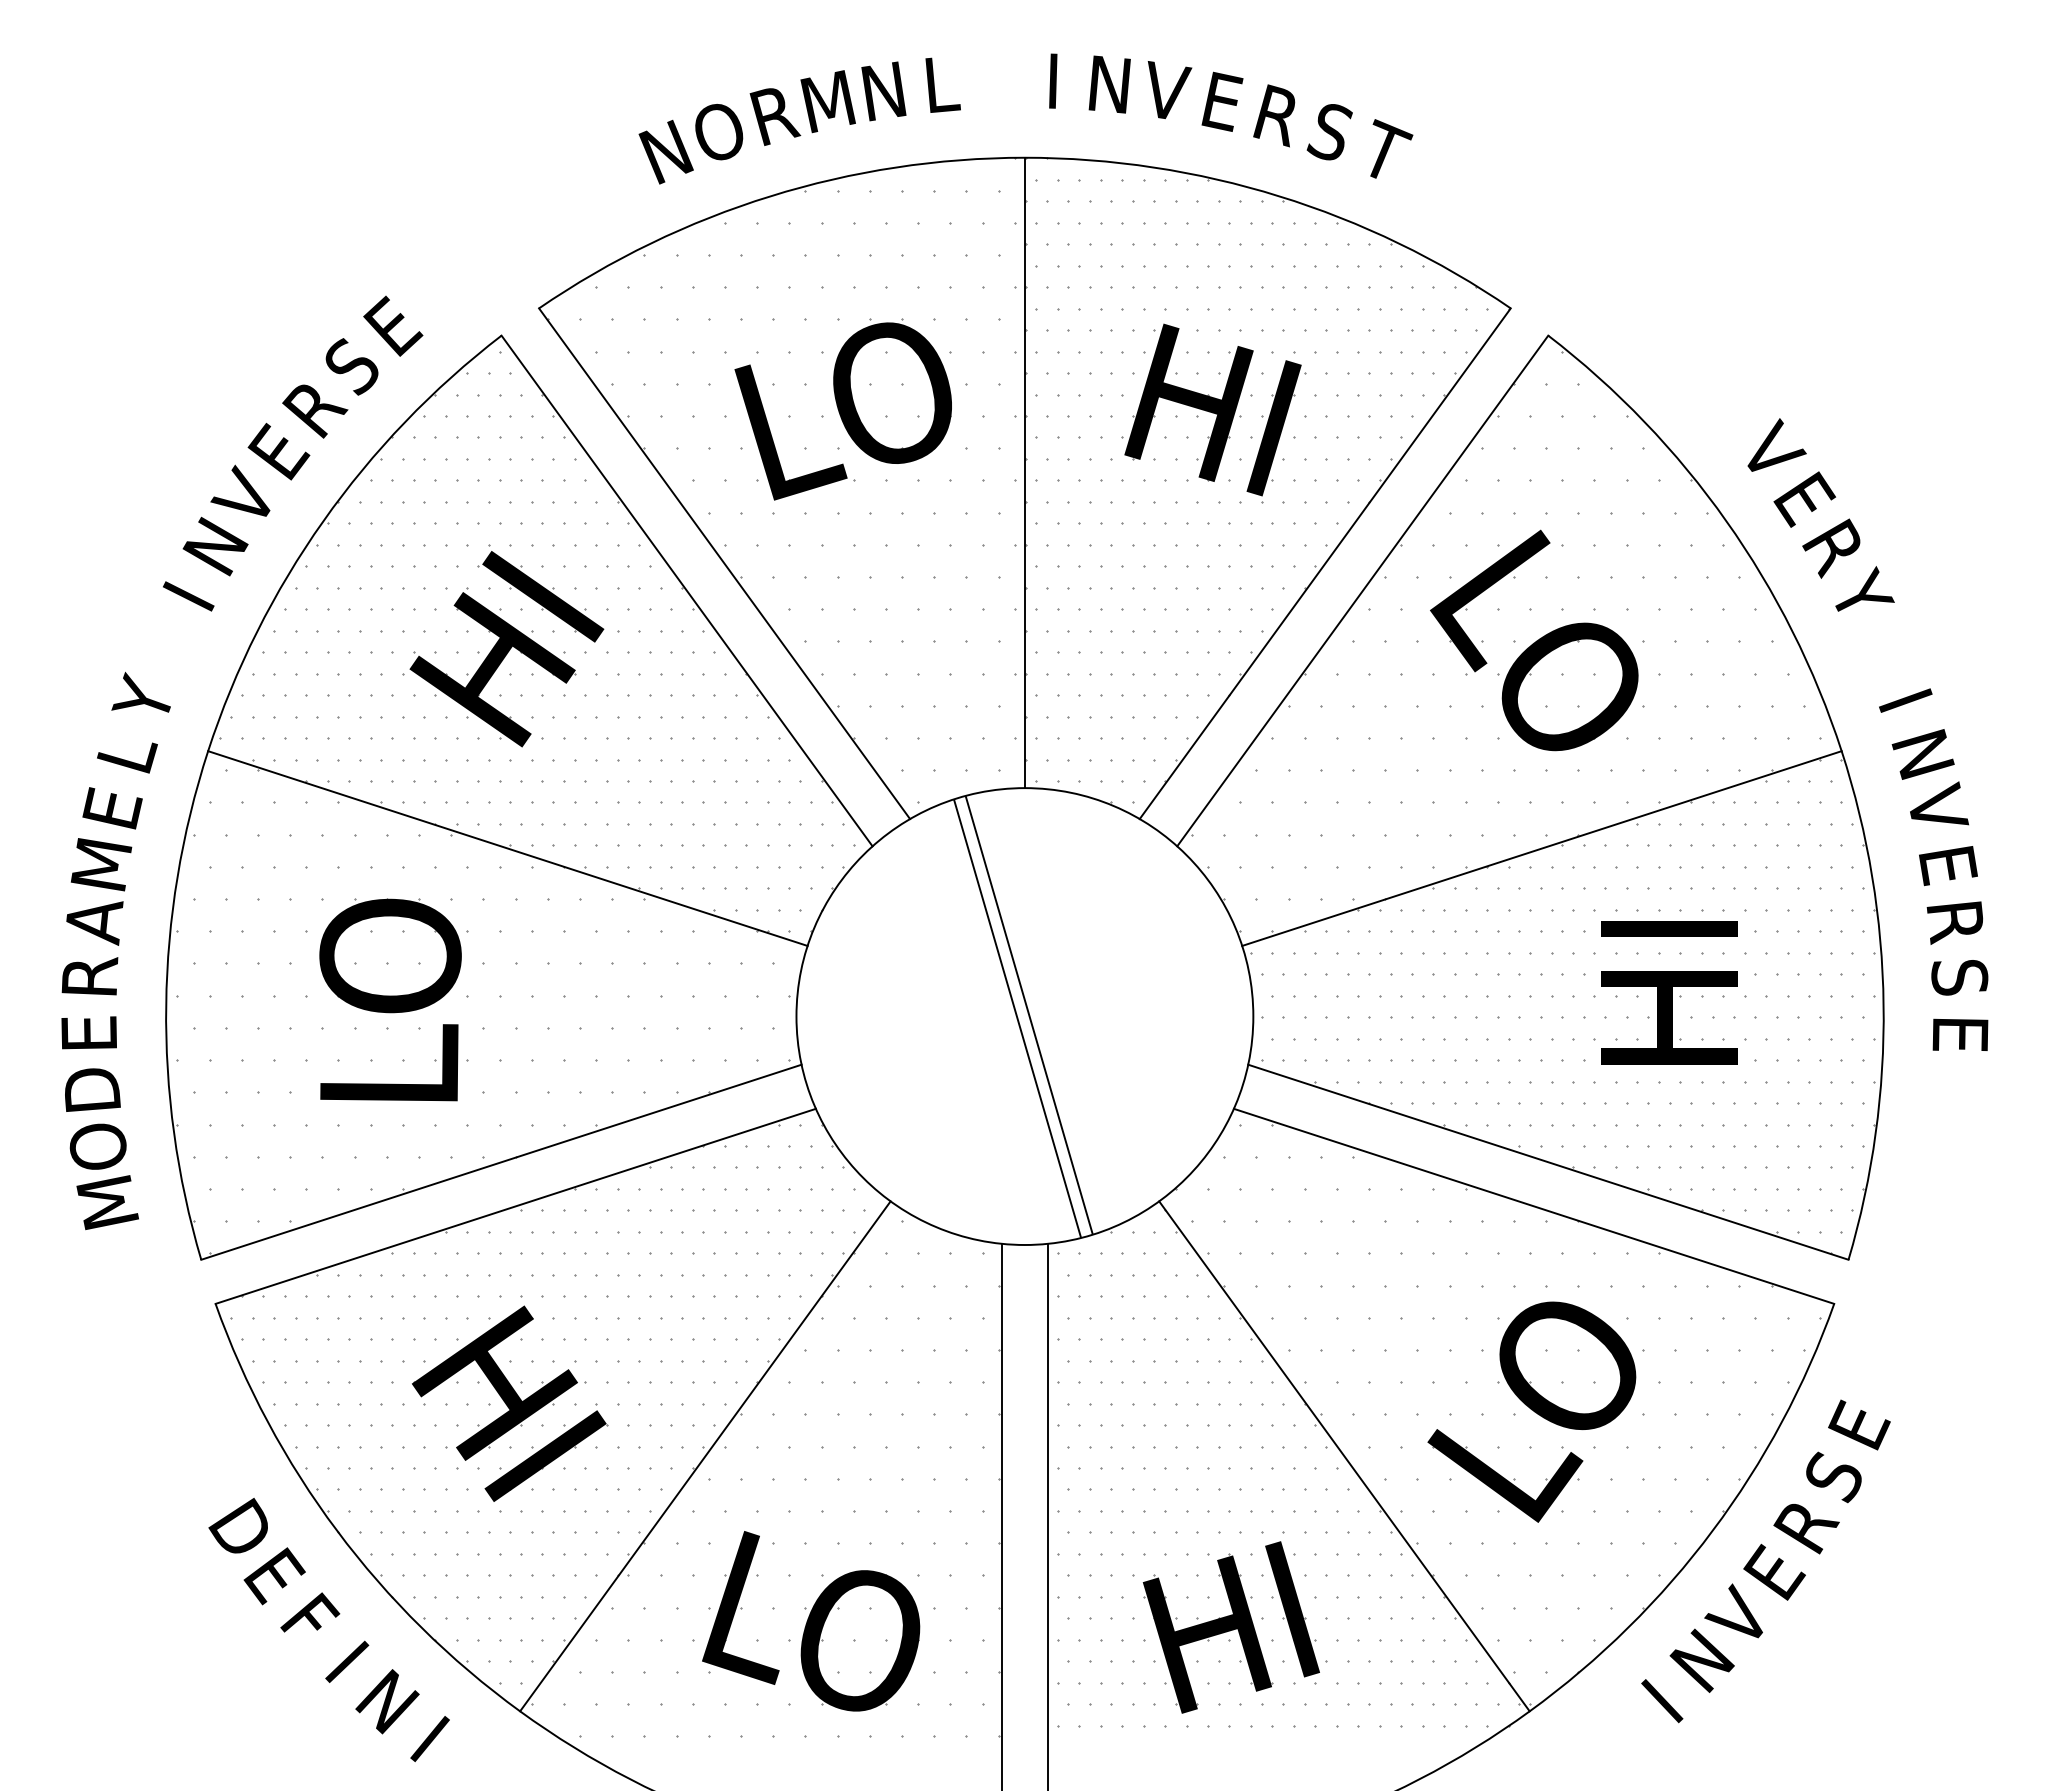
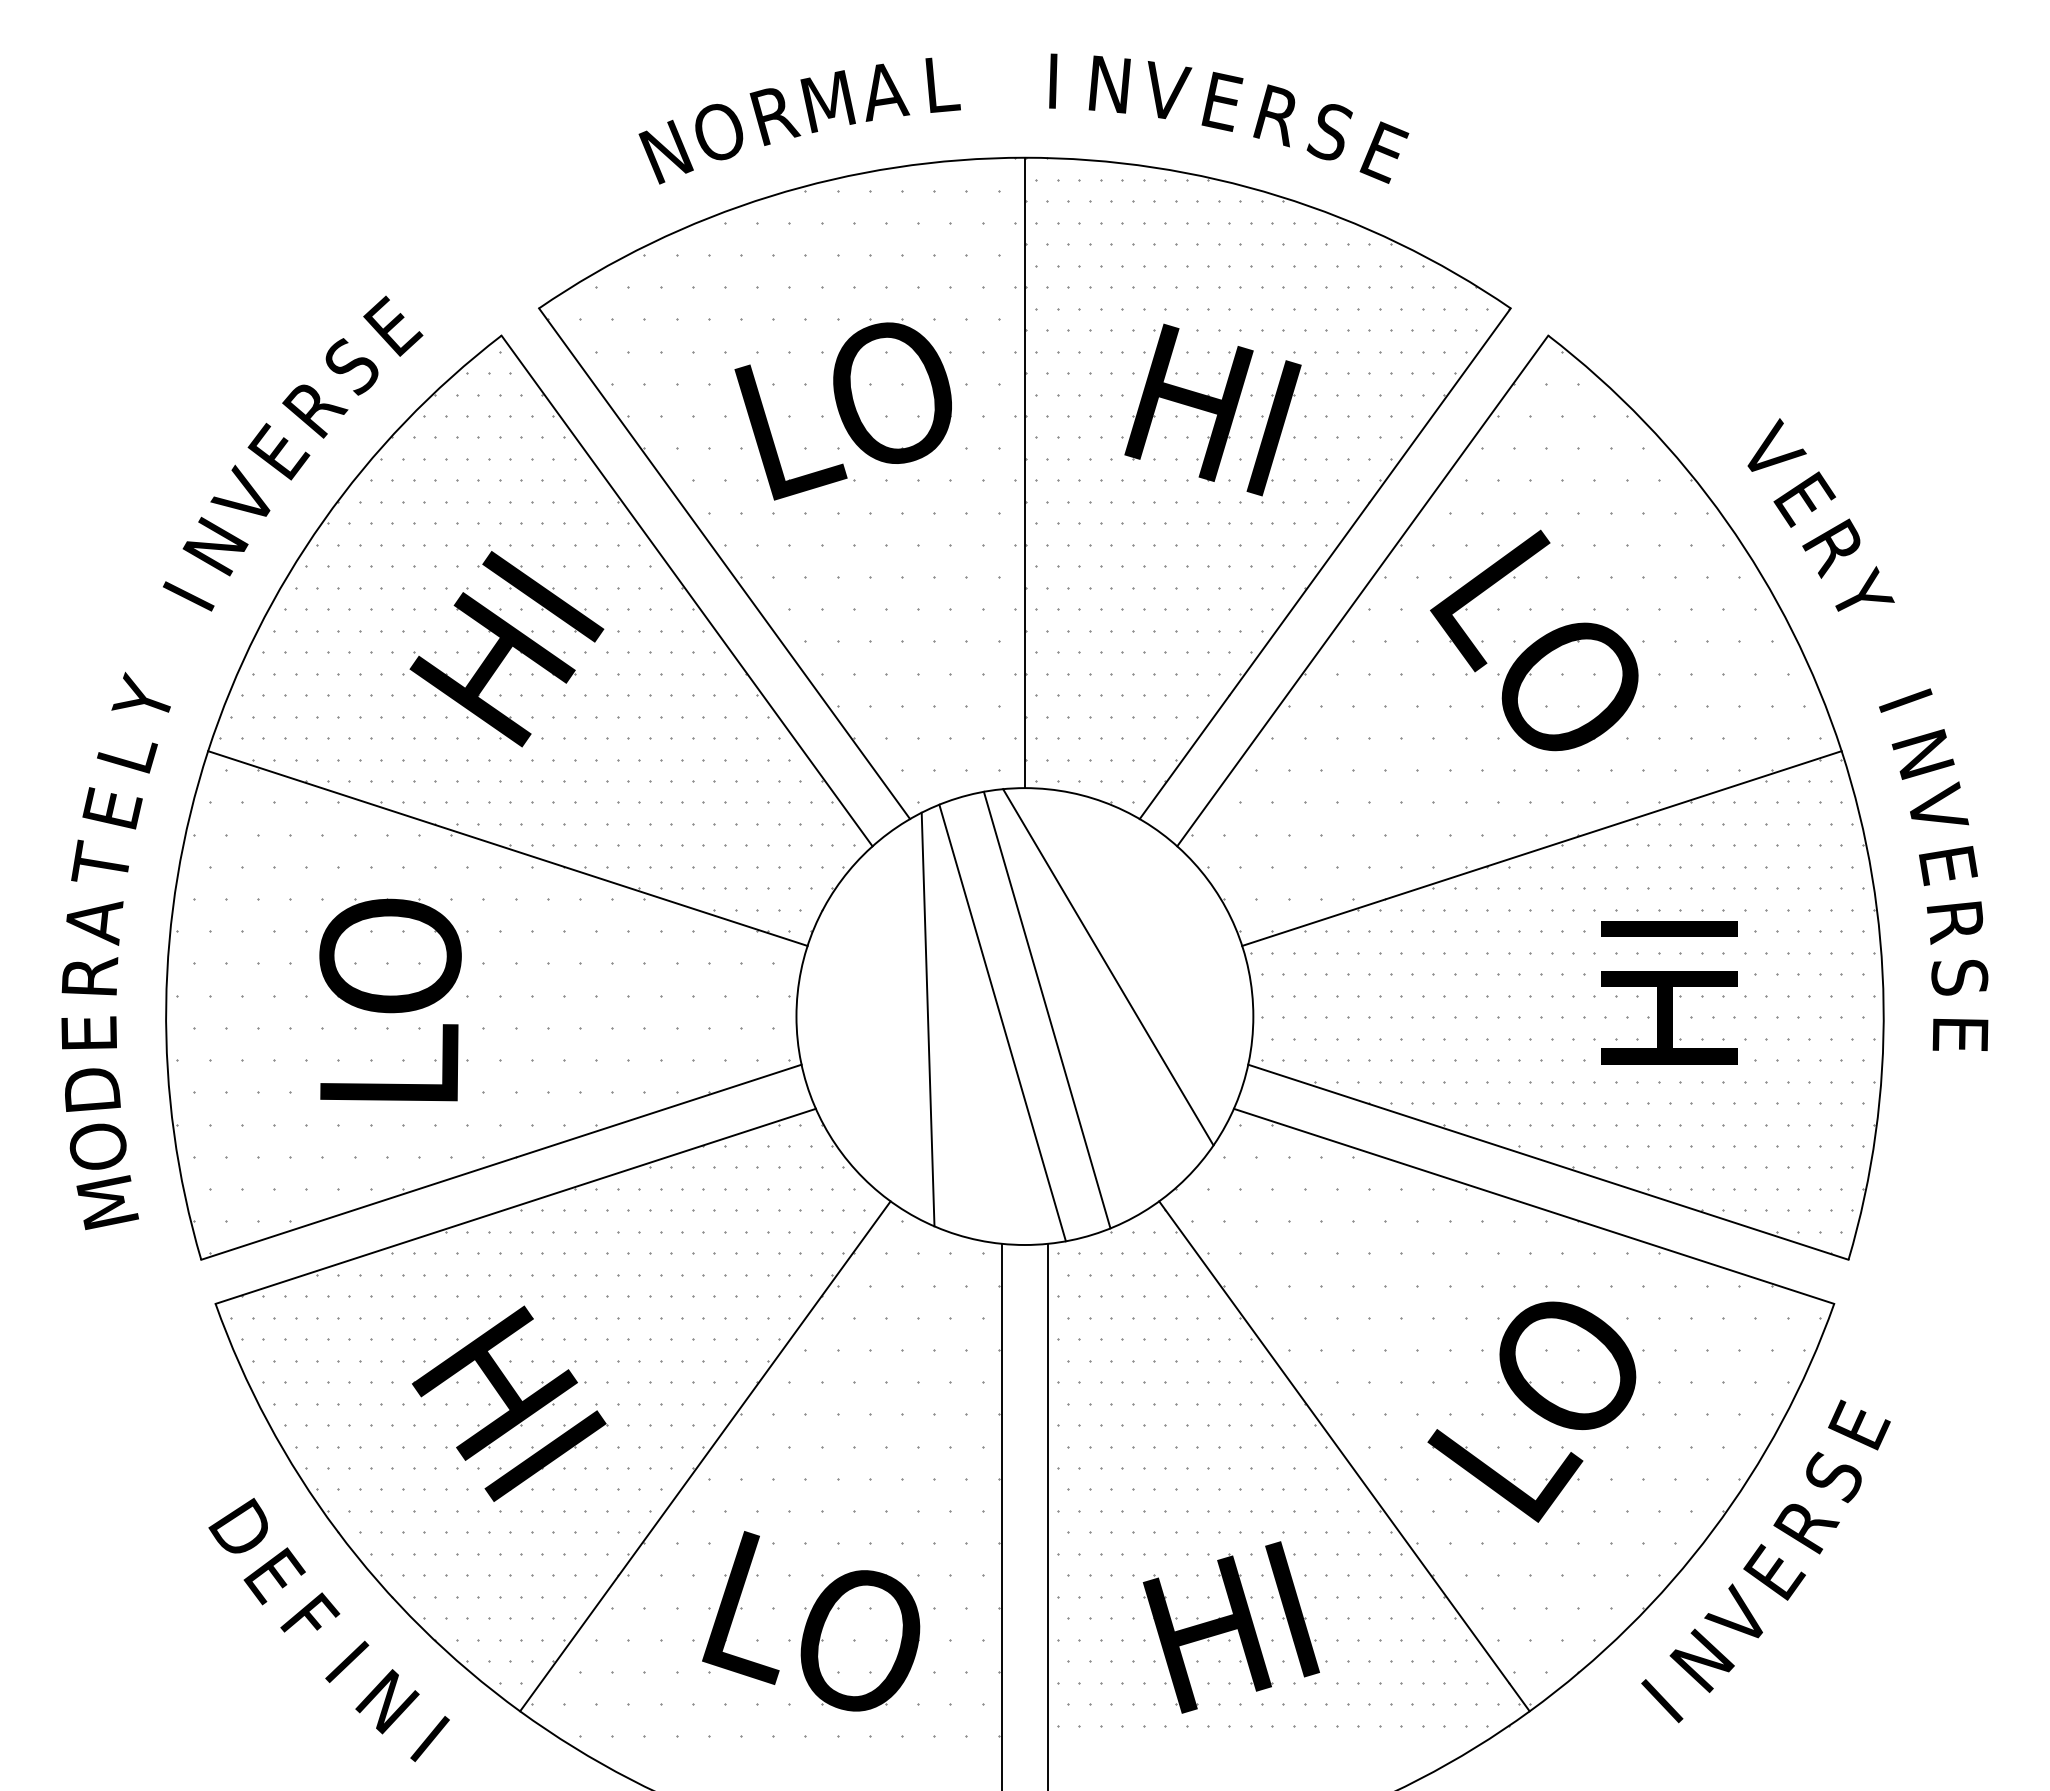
text at (885, 91): N -> A
text at (1386, 151): T -> E
text at (101, 864): M -> T
line at (1108, 967): none -> present
line at (1028, 1014) position: (1028, 1014) -> (1046, 1009)
line at (1017, 1018) position: (1017, 1018) -> (1002, 1022)
line at (927, 1019): none -> present
